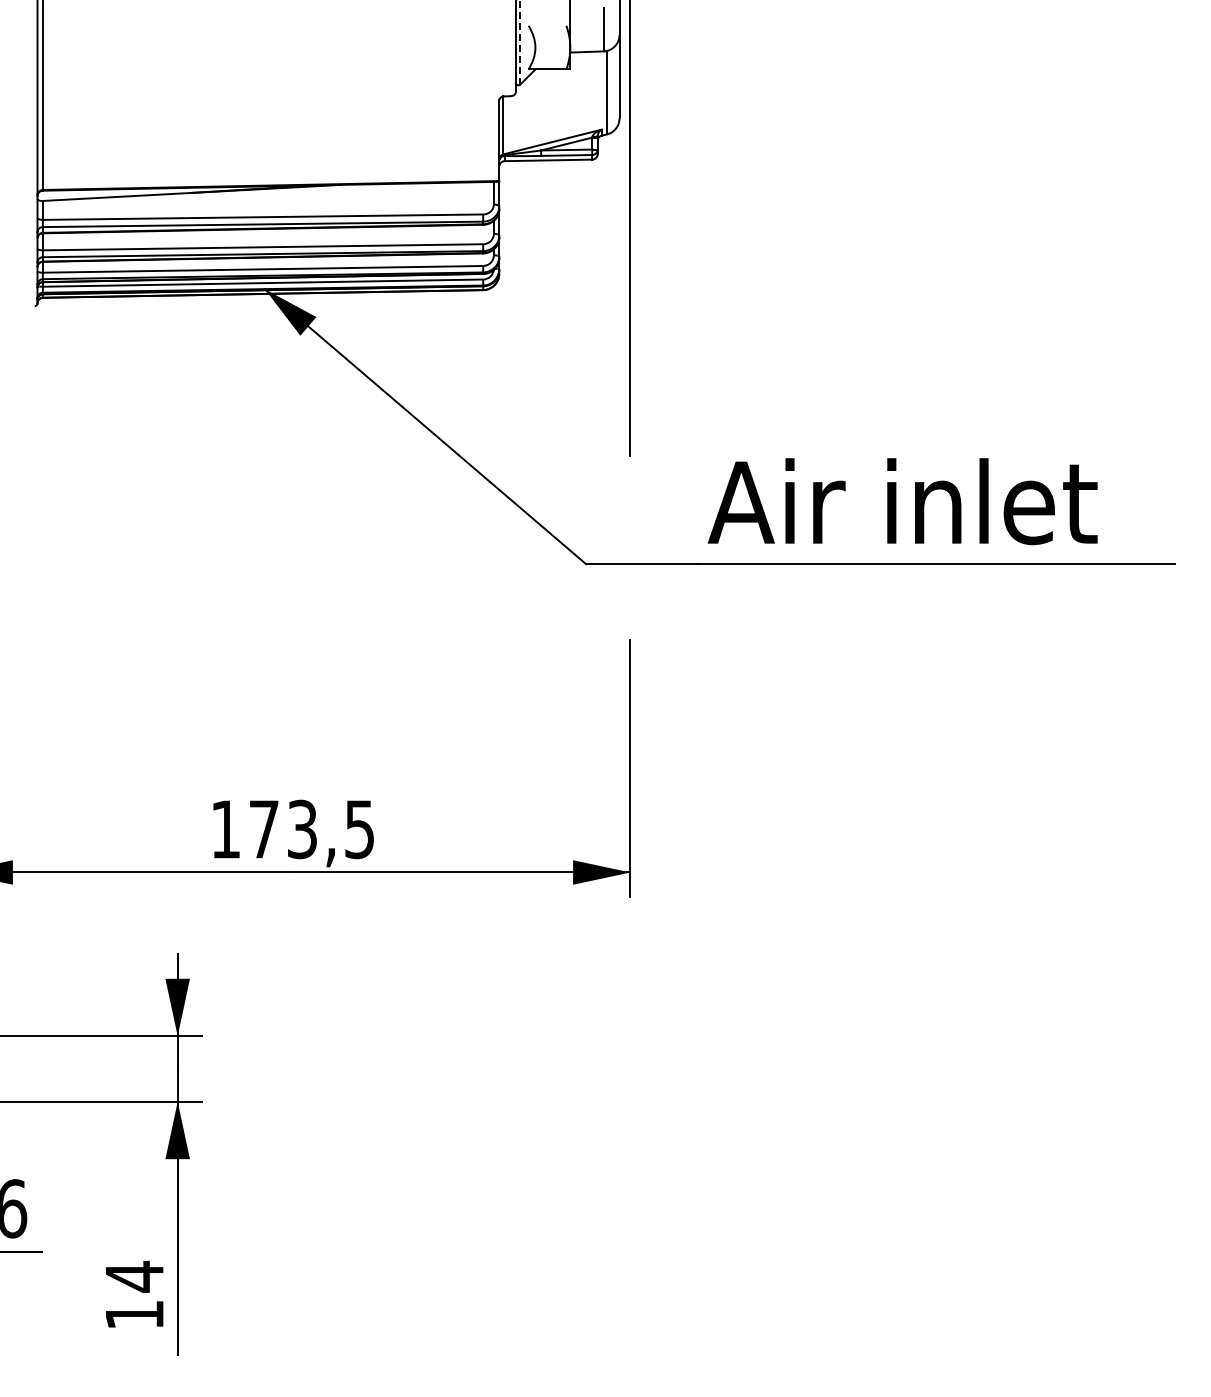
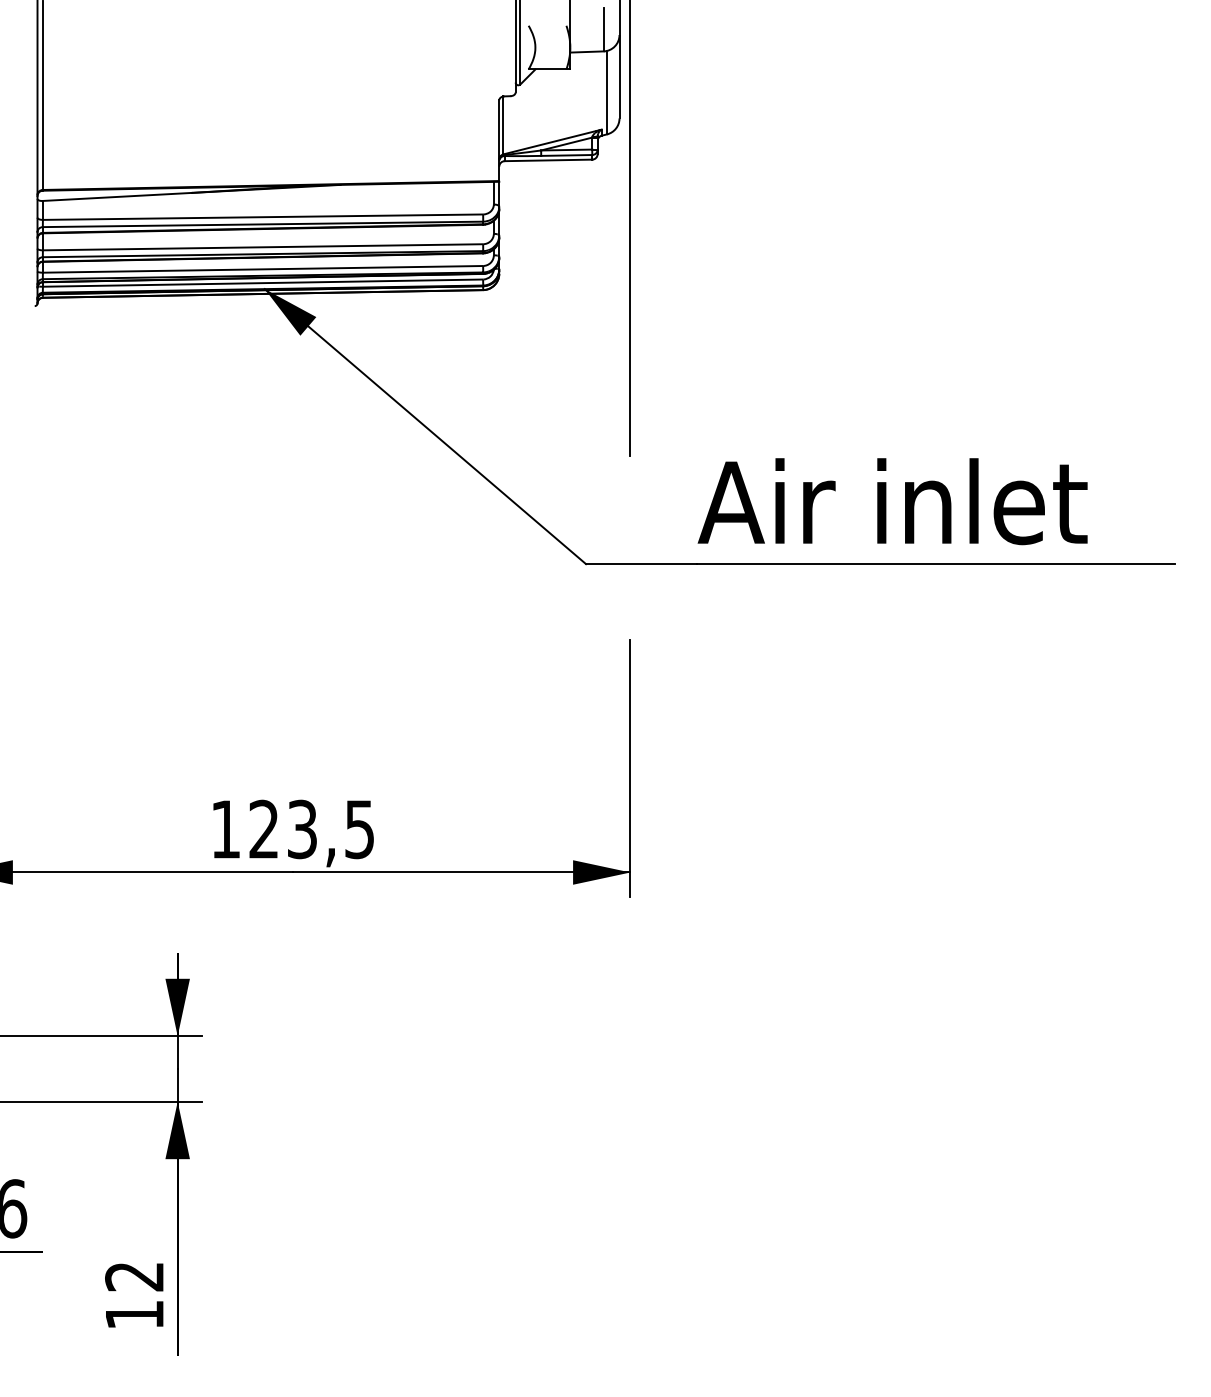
line at (520, 42): dashed -> solid
text at (902, 501) position: (902, 501) -> (892, 501)
text at (263, 828): 173,5 -> 123,5
text at (134, 1276): 14 -> 12
